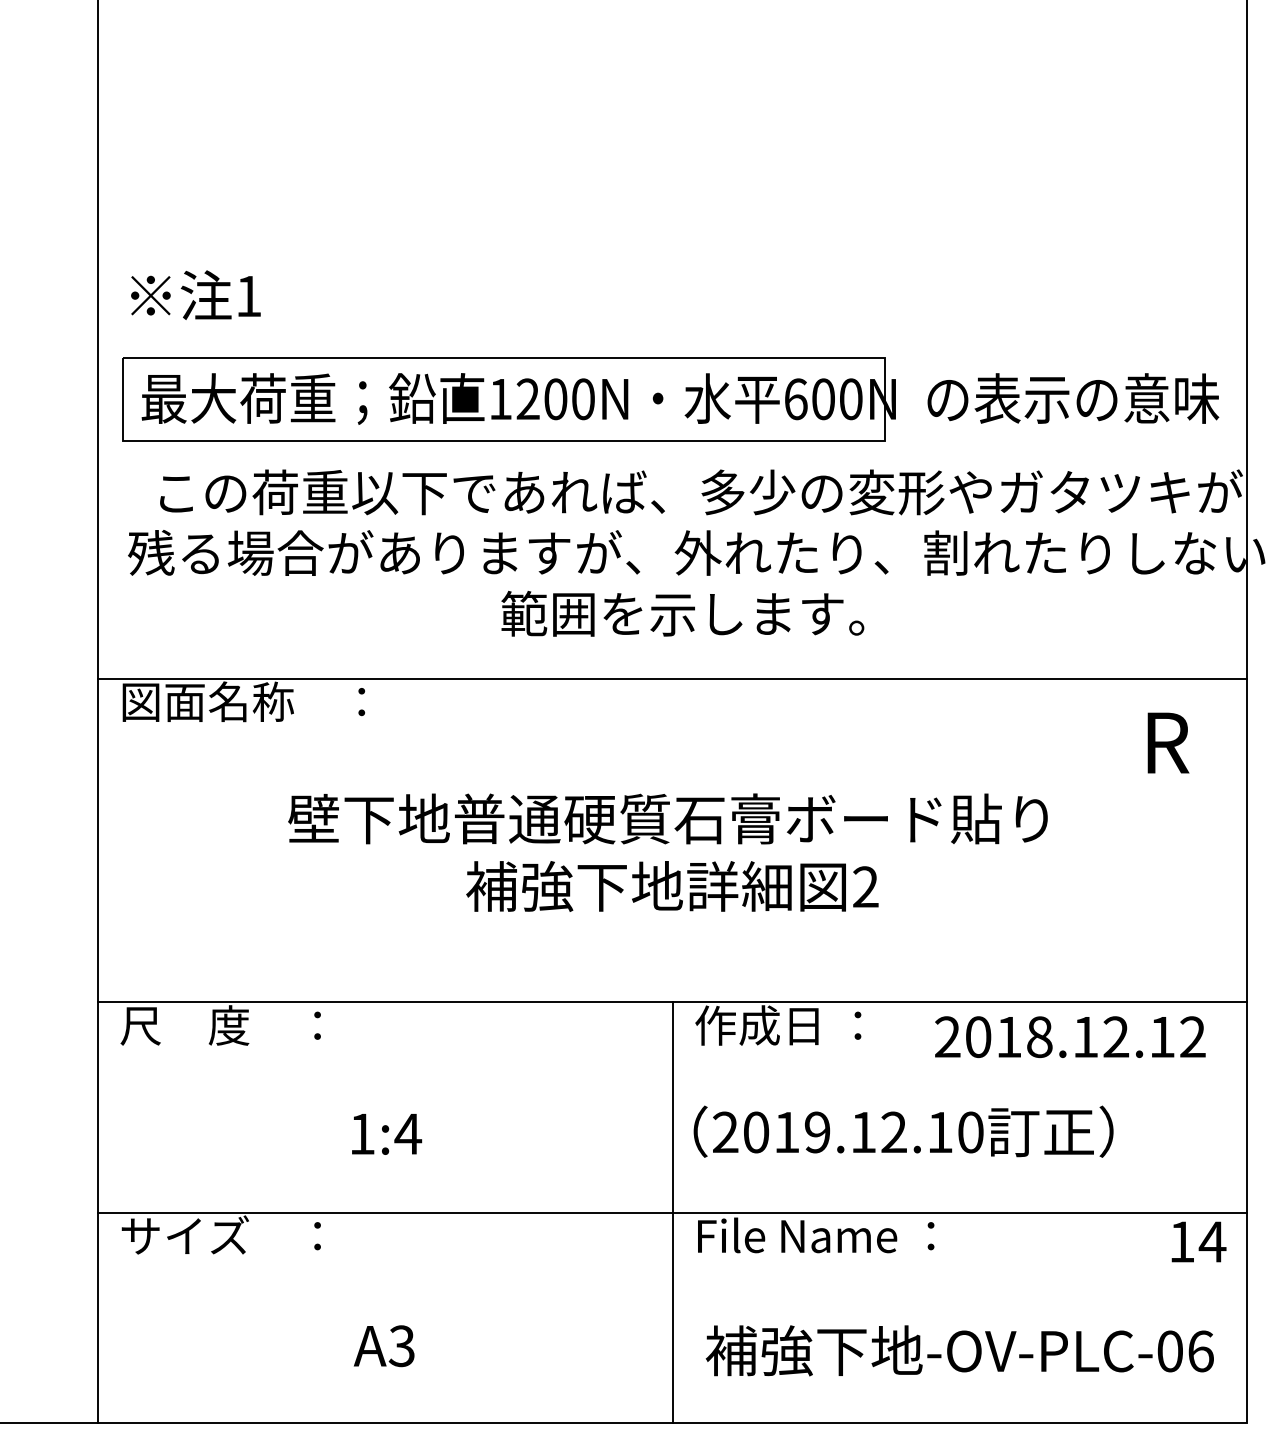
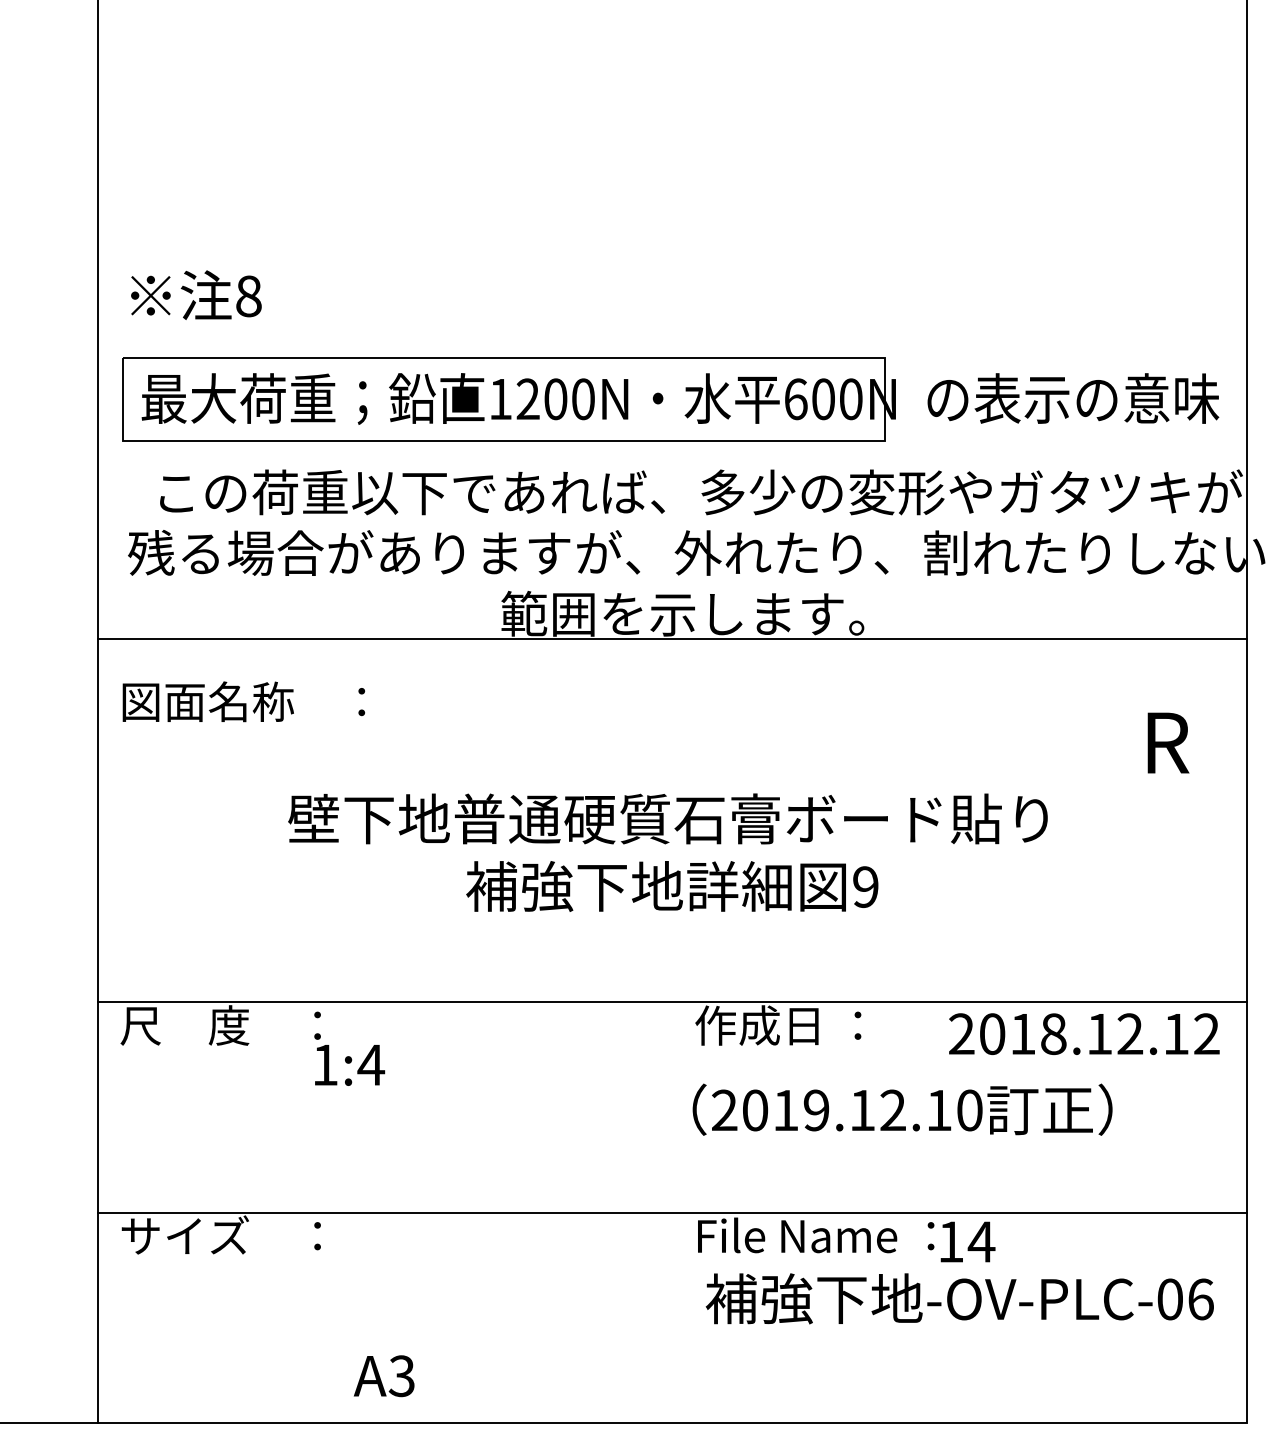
text at (248, 296): 1 -> 8
line at (672, 678) position: (672, 678) -> (672, 638)
text at (865, 887): 2 -> 9
text at (1070, 1036) position: (1070, 1036) -> (1084, 1033)
text at (903, 1131) position: (903, 1131) -> (902, 1109)
text at (387, 1134) position: (387, 1134) -> (350, 1065)
line at (672, 1212): present -> none
text at (1198, 1241) position: (1198, 1241) -> (967, 1241)
text at (383, 1346) position: (383, 1346) -> (383, 1376)
text at (959, 1350) position: (959, 1350) -> (959, 1298)
